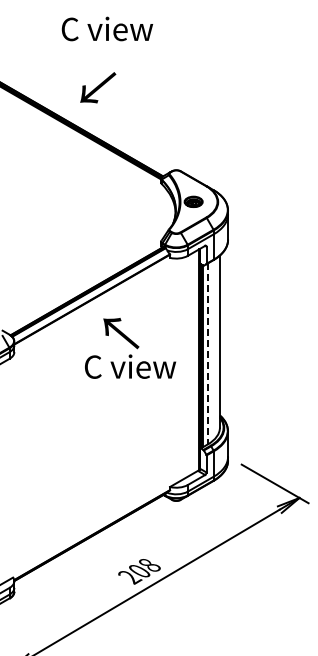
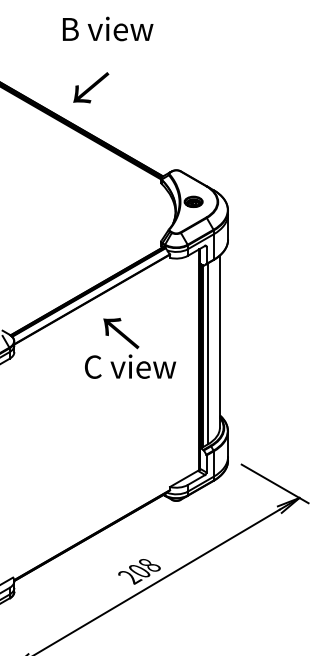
text at (107, 29): C view -> B view
text at (98, 87) position: (98, 87) -> (91, 87)
line at (208, 354): dashed -> solid
